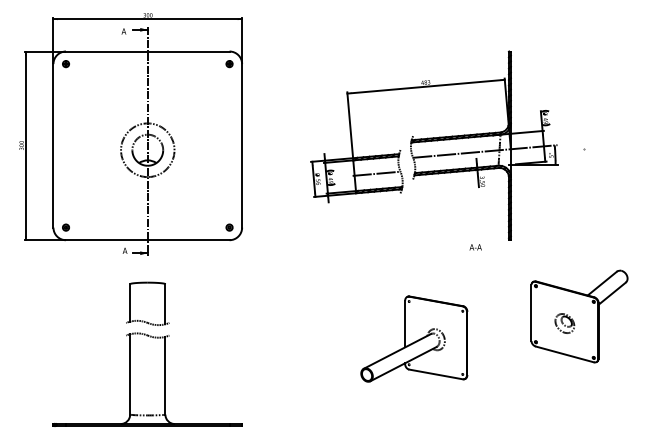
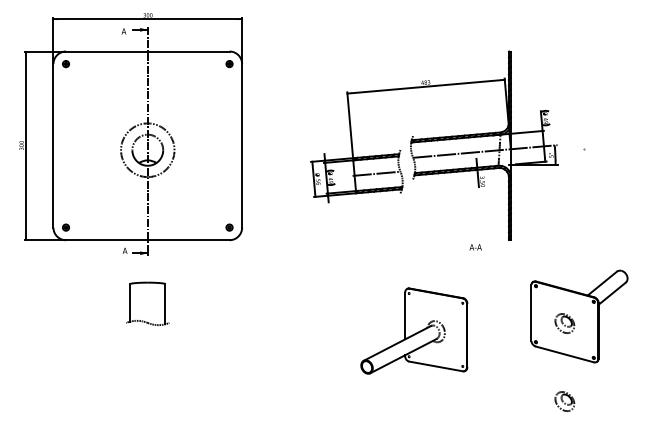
part at (414, 338) position: (414, 338) -> (414, 330)
part at (147, 379): present -> none
part at (564, 401): none -> present
